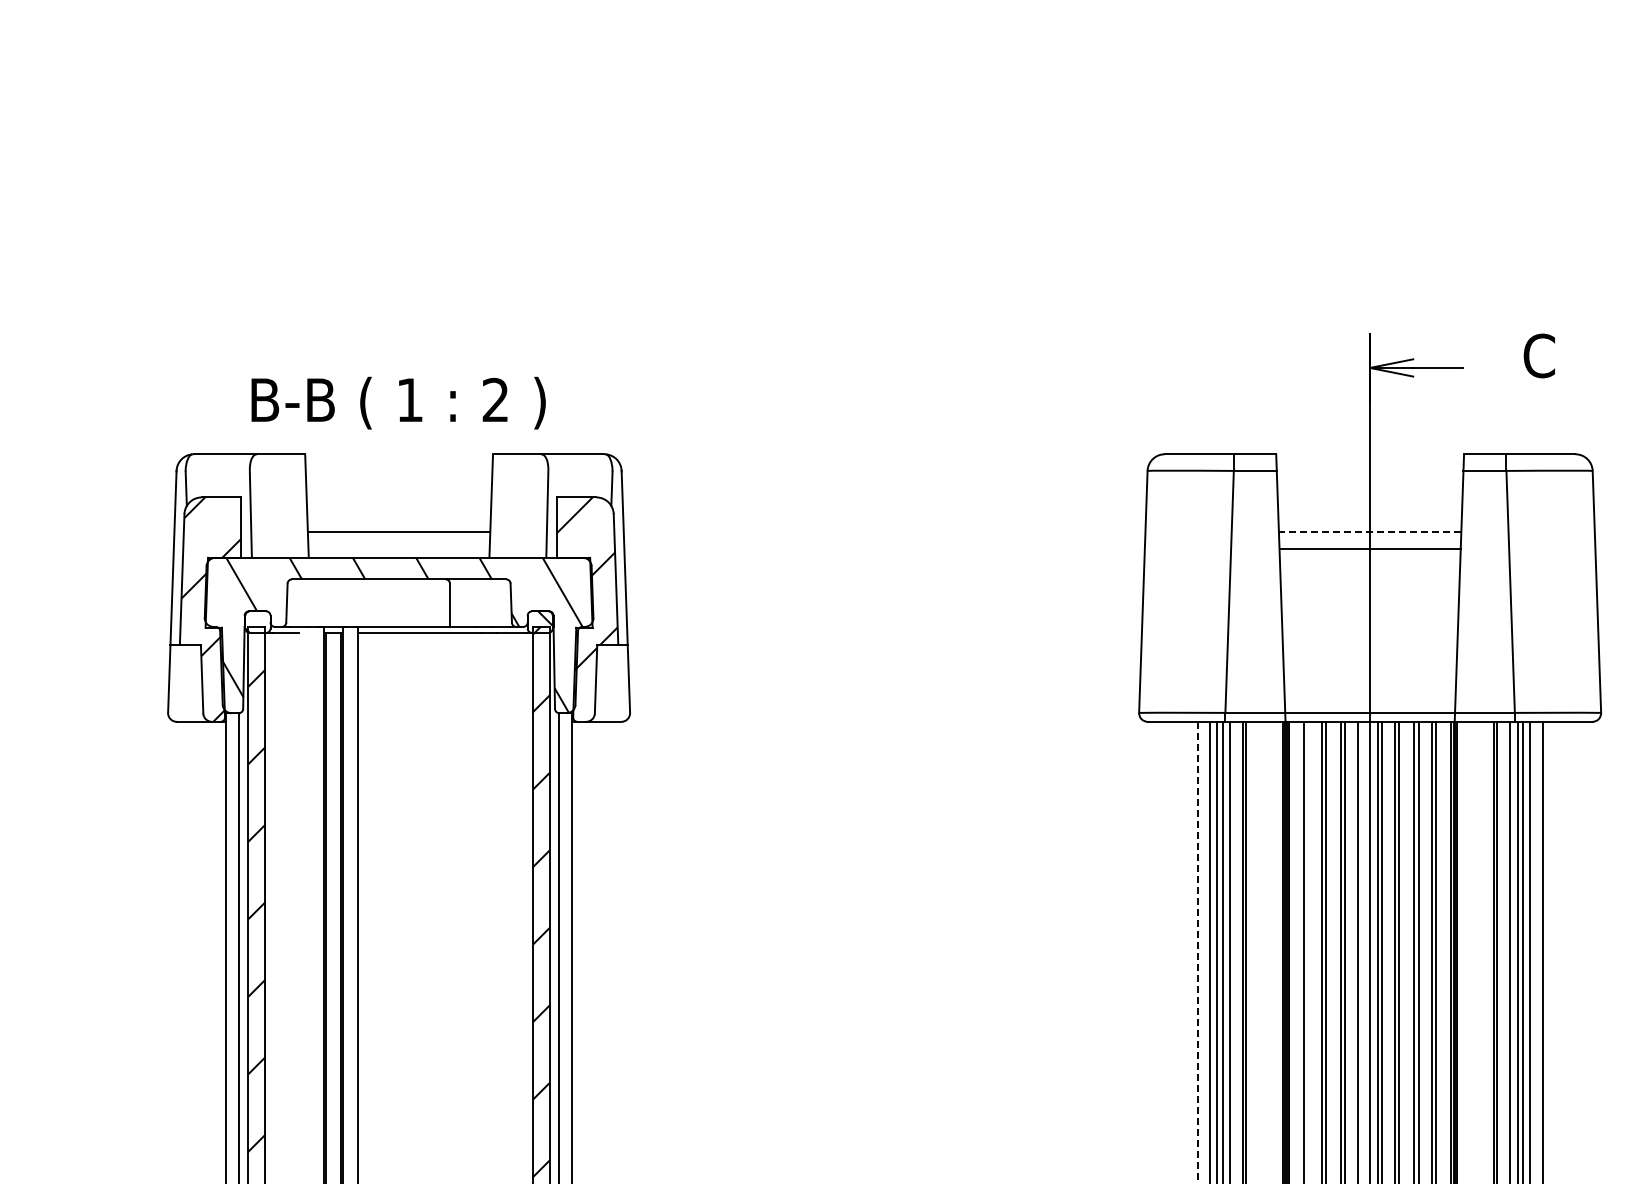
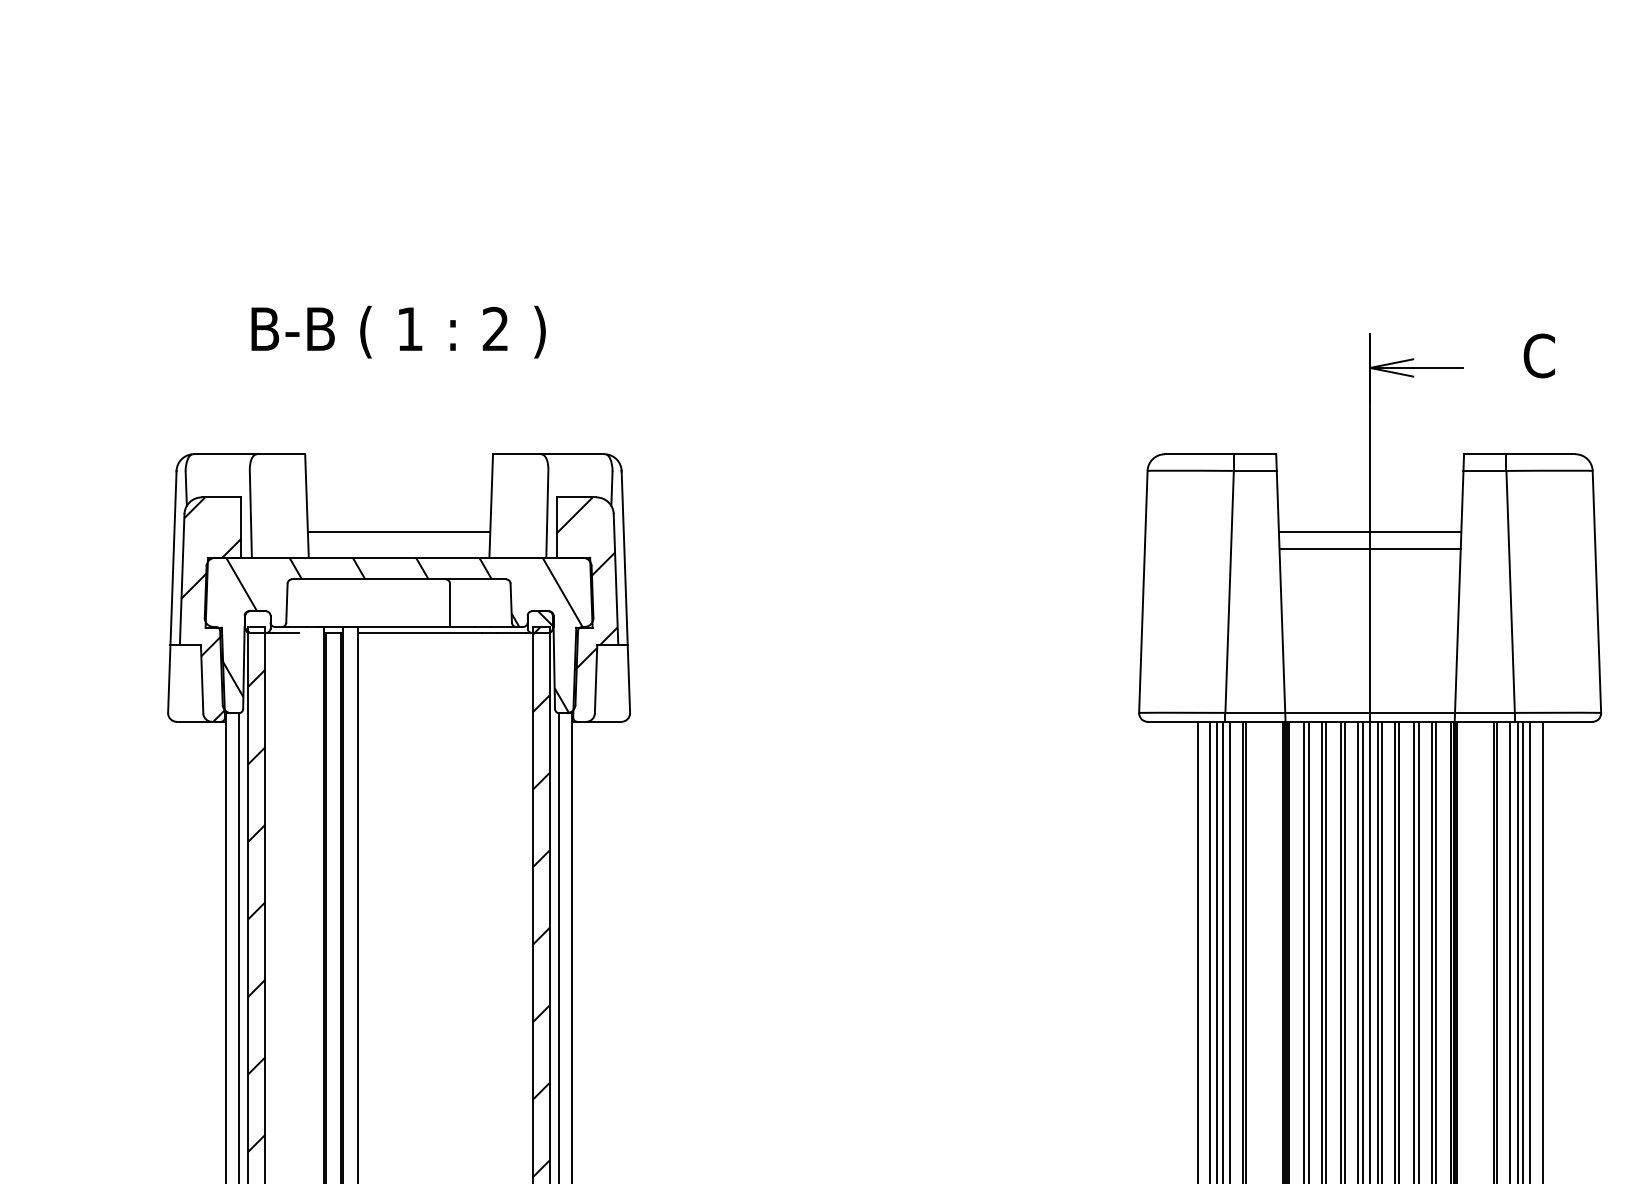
text at (398, 402) position: (398, 402) -> (398, 331)
line at (1369, 531): dashed -> solid
line at (1308, 950): none -> present
line at (1362, 950): none -> present
line at (1197, 952): dashed -> solid
